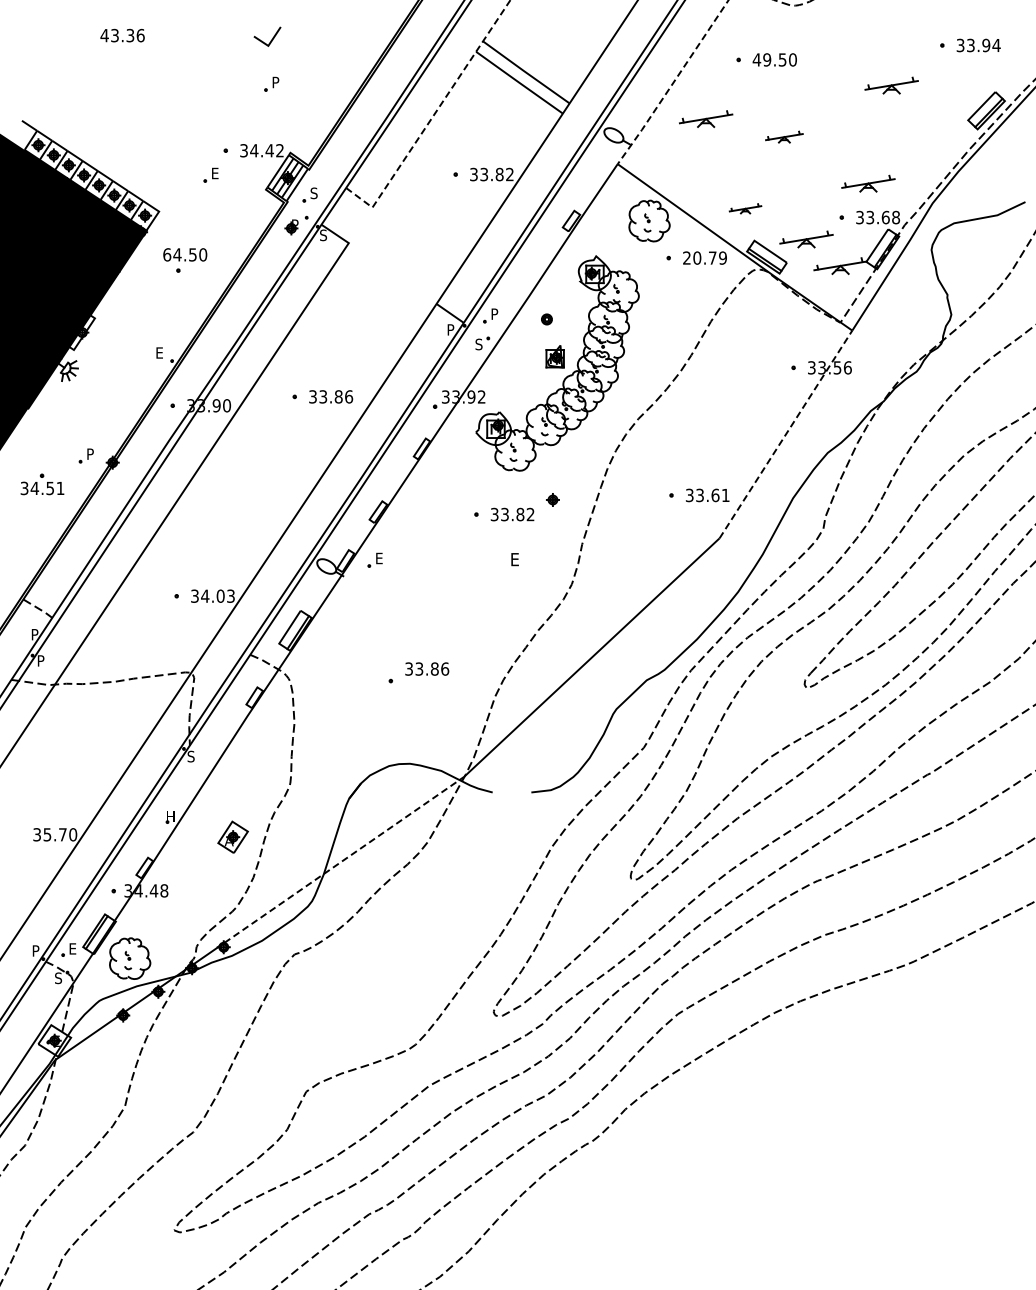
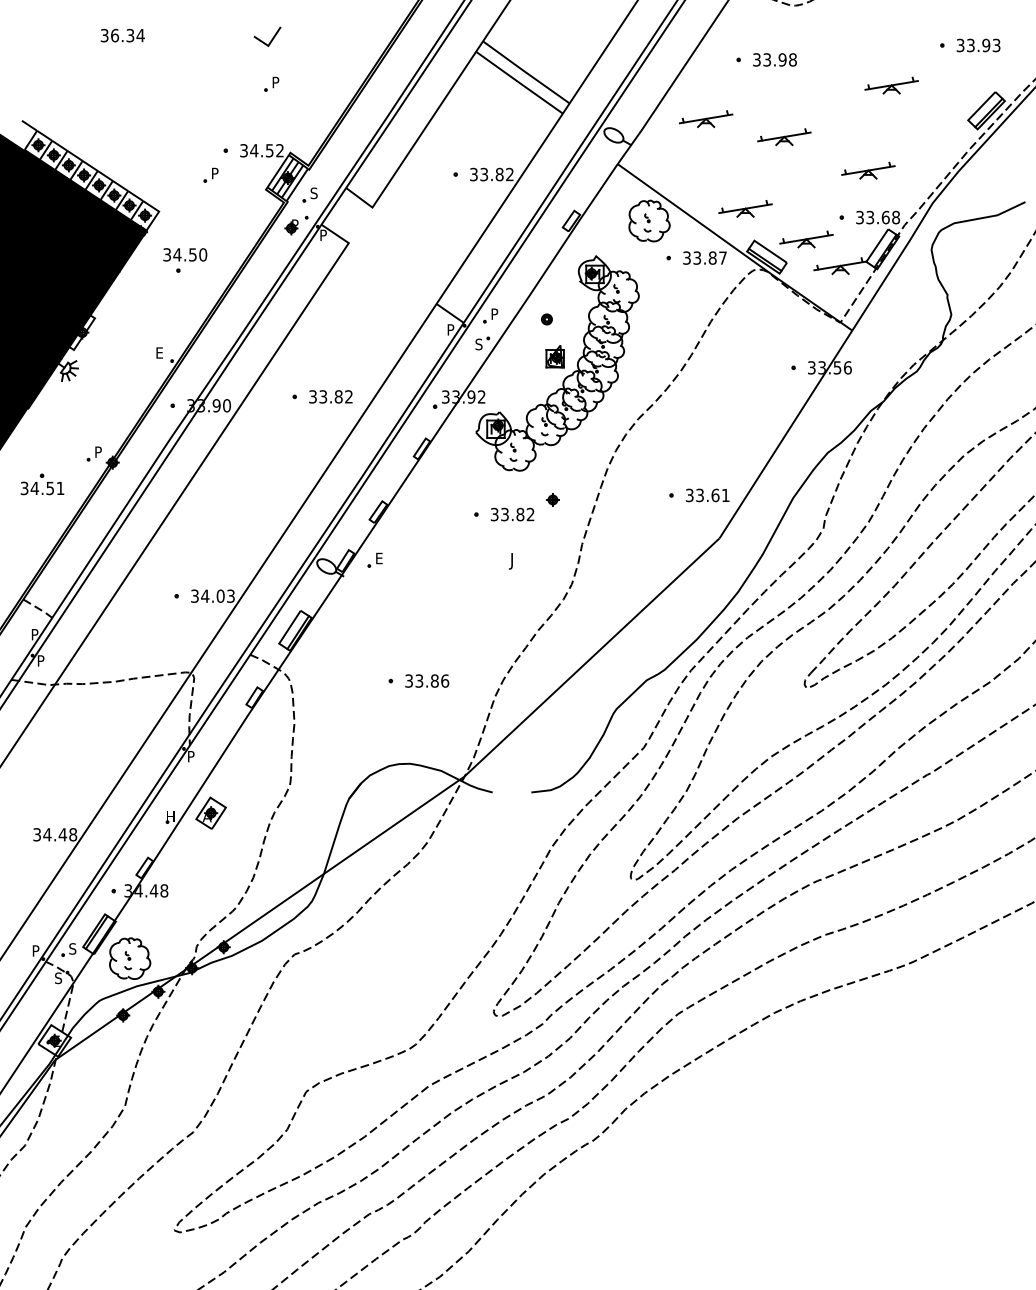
text at (122, 35): 43.36 -> 36.34
text at (996, 45): 33.94 -> 33.93
text at (774, 59): 49.50 -> 33.98
line at (673, 82): dashed -> solid
line at (432, 117): dashed -> solid
part at (784, 136) size: 39x14 px -> 55x19 px
text at (269, 150): 34.42 -> 34.52
text at (215, 173): E -> P
part at (868, 183) position: (868, 183) -> (868, 170)
part at (745, 208) size: 35x12 px -> 55x18 px
text at (323, 235): S -> P
text at (167, 254): 64.50 -> 34.50
text at (704, 257): 20.79 -> 33.87
text at (349, 396): 33.86 -> 33.82
line at (786, 434): dashed -> solid
part at (85, 455) position: (85, 455) -> (93, 453)
text at (513, 561): E -> J
text at (427, 668) position: (427, 668) -> (427, 680)
text at (190, 756): S -> P
text at (60, 834): 35.70 -> 34.48
part at (232, 836) position: (232, 836) -> (210, 812)
line at (344, 859): dashed -> solid
text at (72, 948): E -> S
